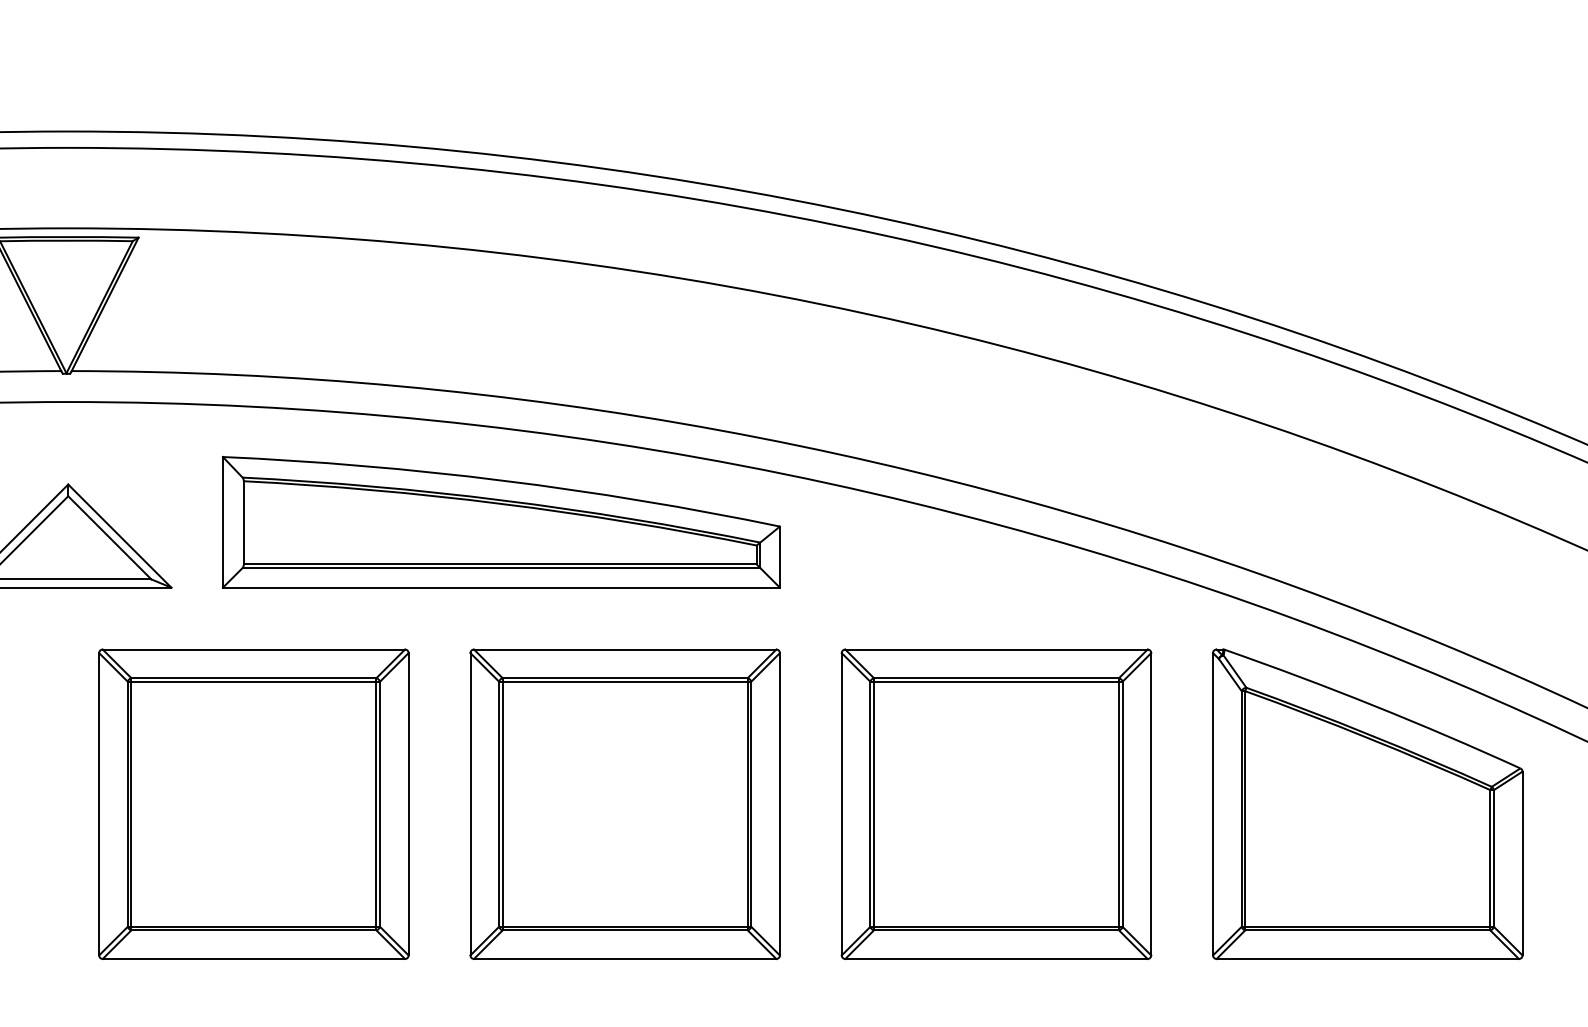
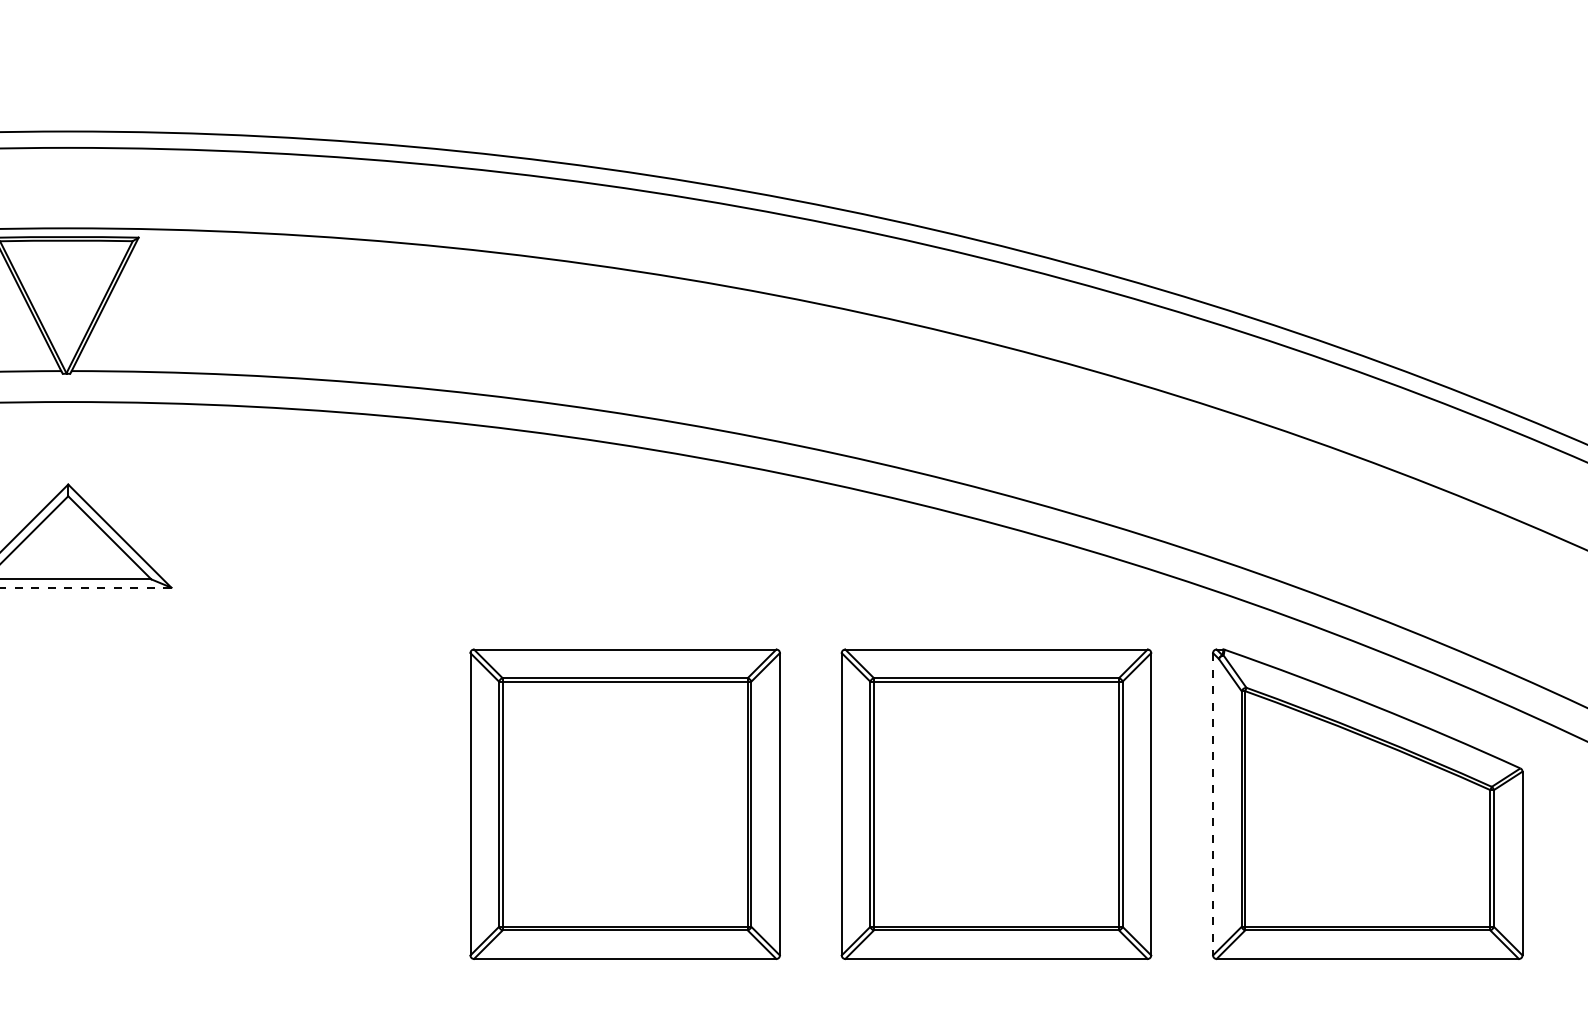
part at (500, 522): present -> none
line at (85, 587): solid -> dashed
part at (253, 803): present -> none
line at (1213, 804): solid -> dashed
